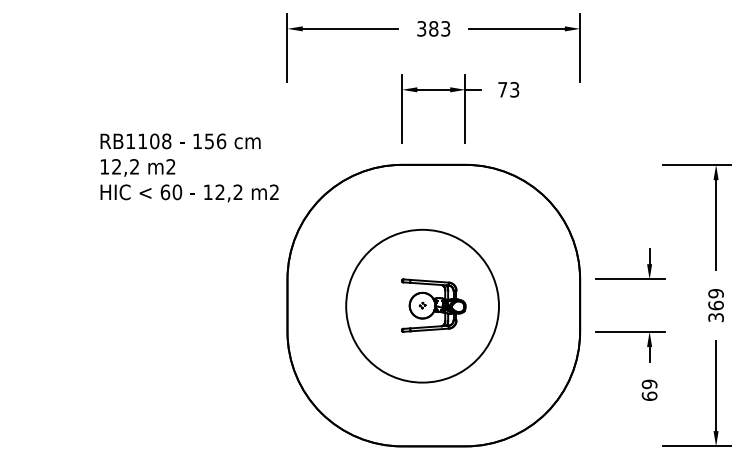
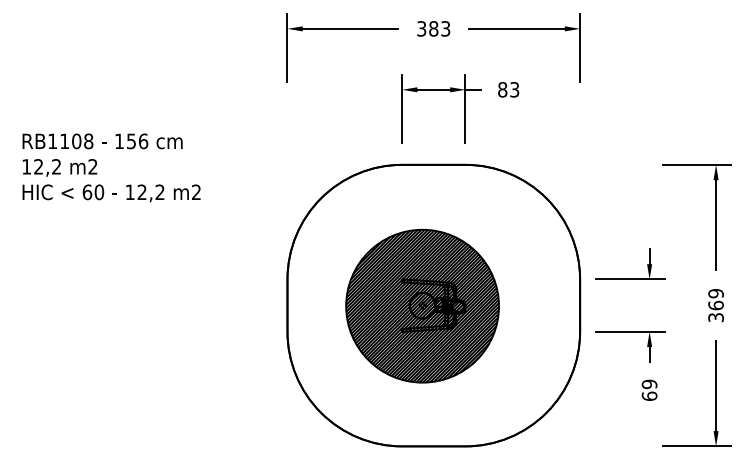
text at (502, 89): 73 -> 83
text at (189, 167) position: (189, 167) -> (111, 167)
hatch at (422, 305): none -> present
